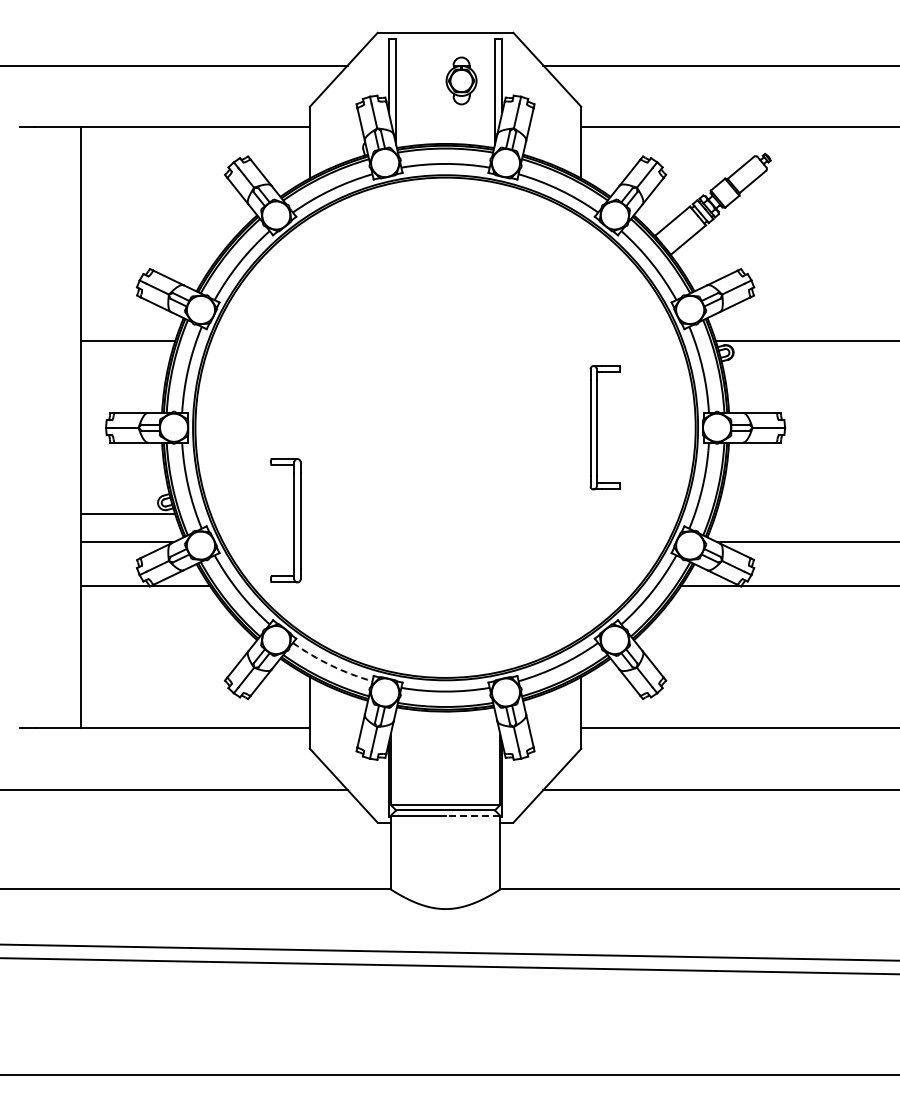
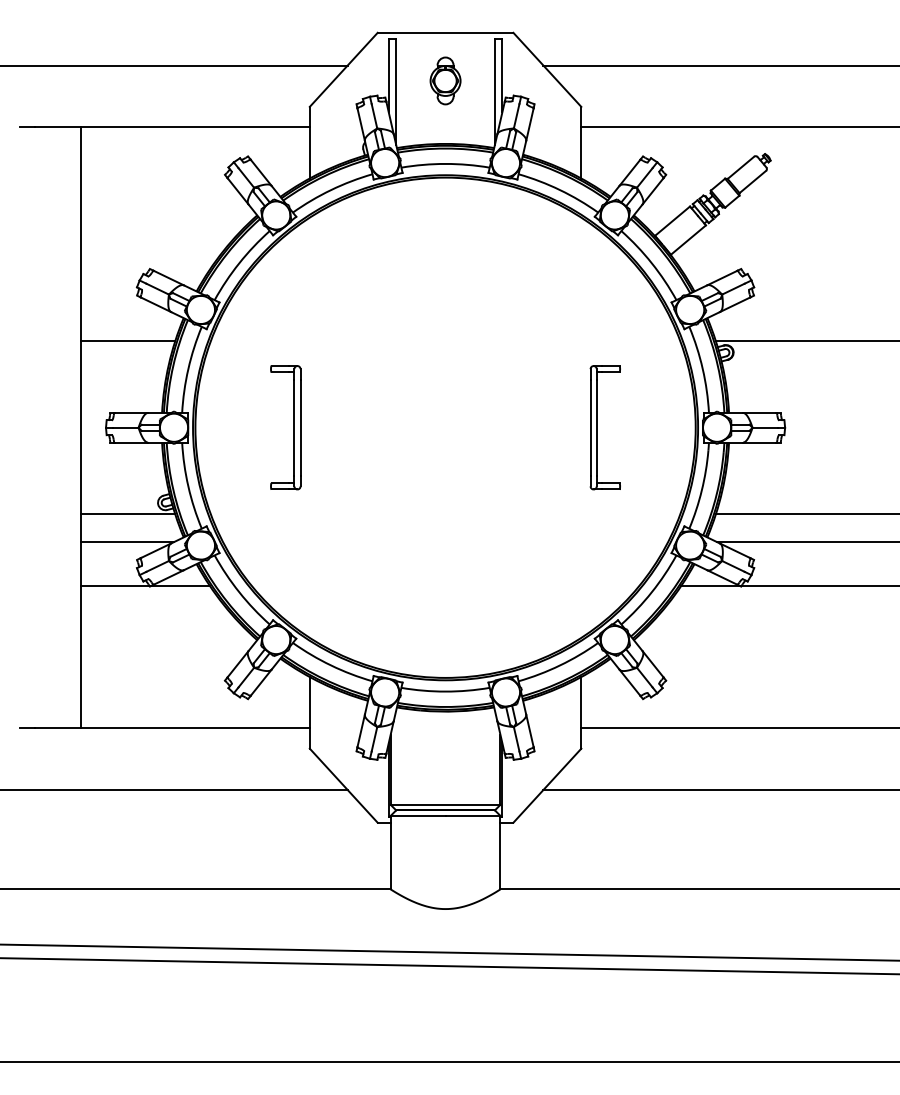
part at (461, 80) position: (461, 80) -> (445, 80)
line at (805, 514): none -> present
part at (293, 520) position: (293, 520) -> (293, 427)
arc at (331, 665): dashed -> solid
line at (472, 815): dashed -> solid
line at (449, 1075) position: (449, 1075) -> (449, 1062)
